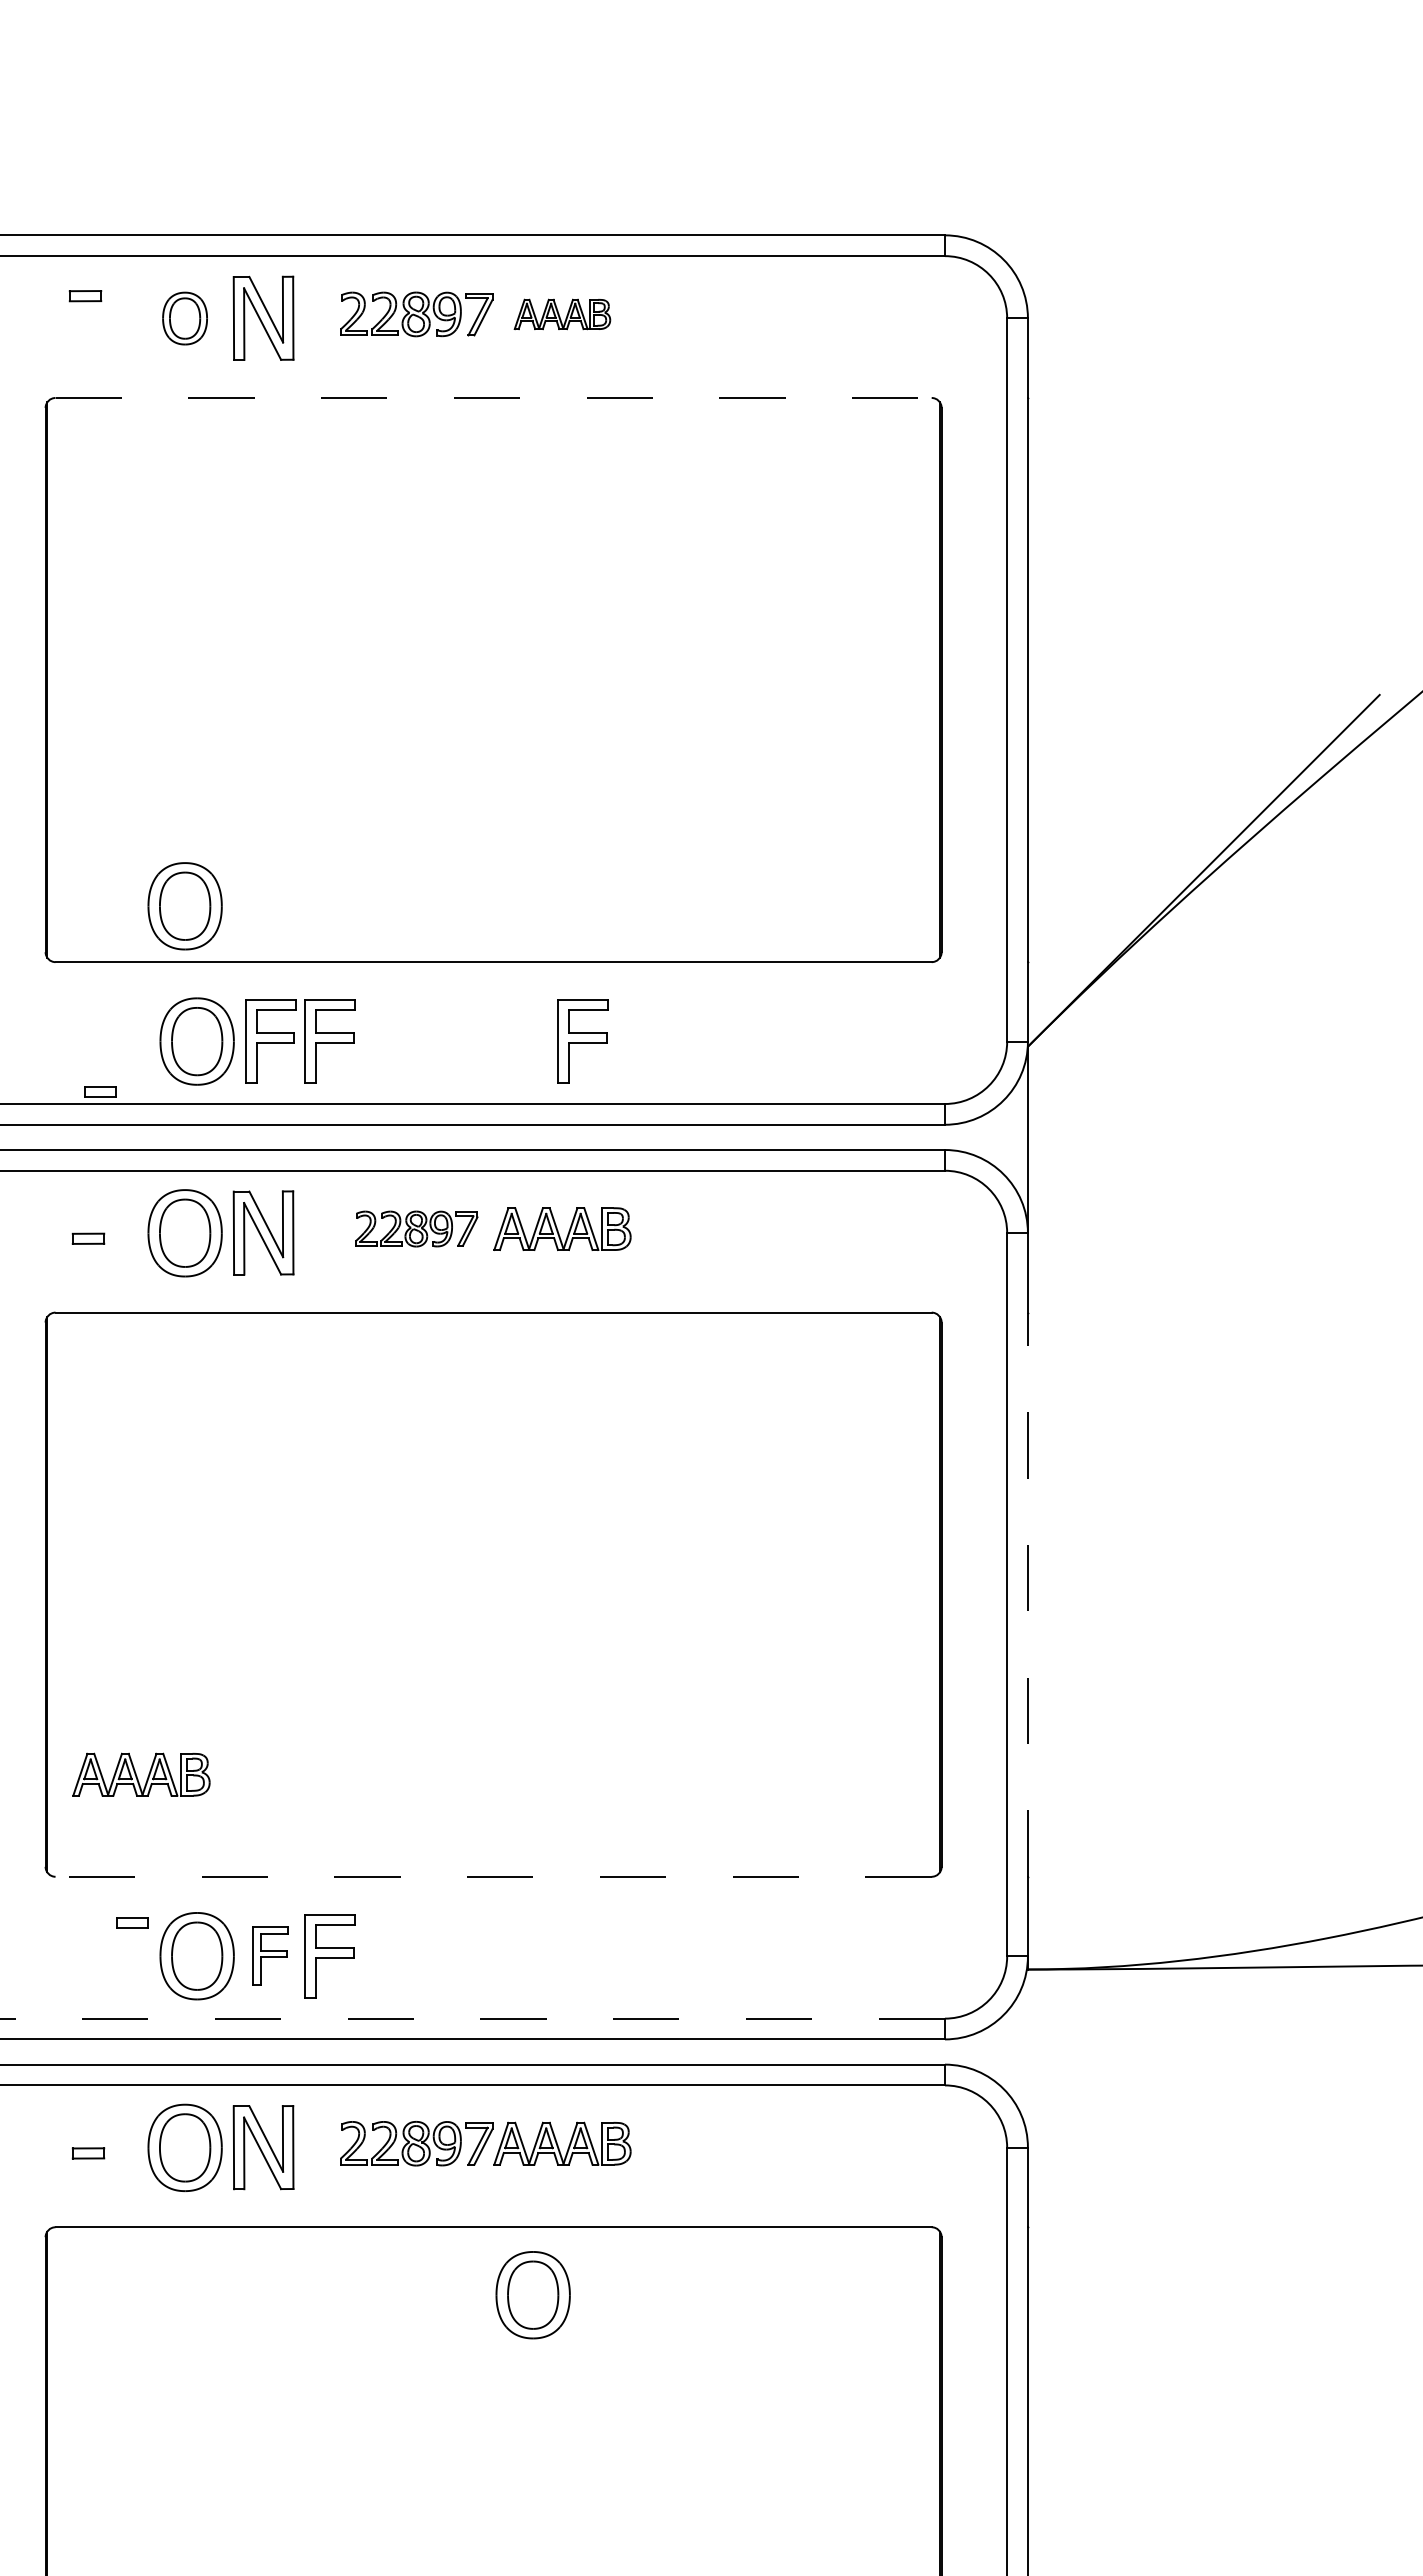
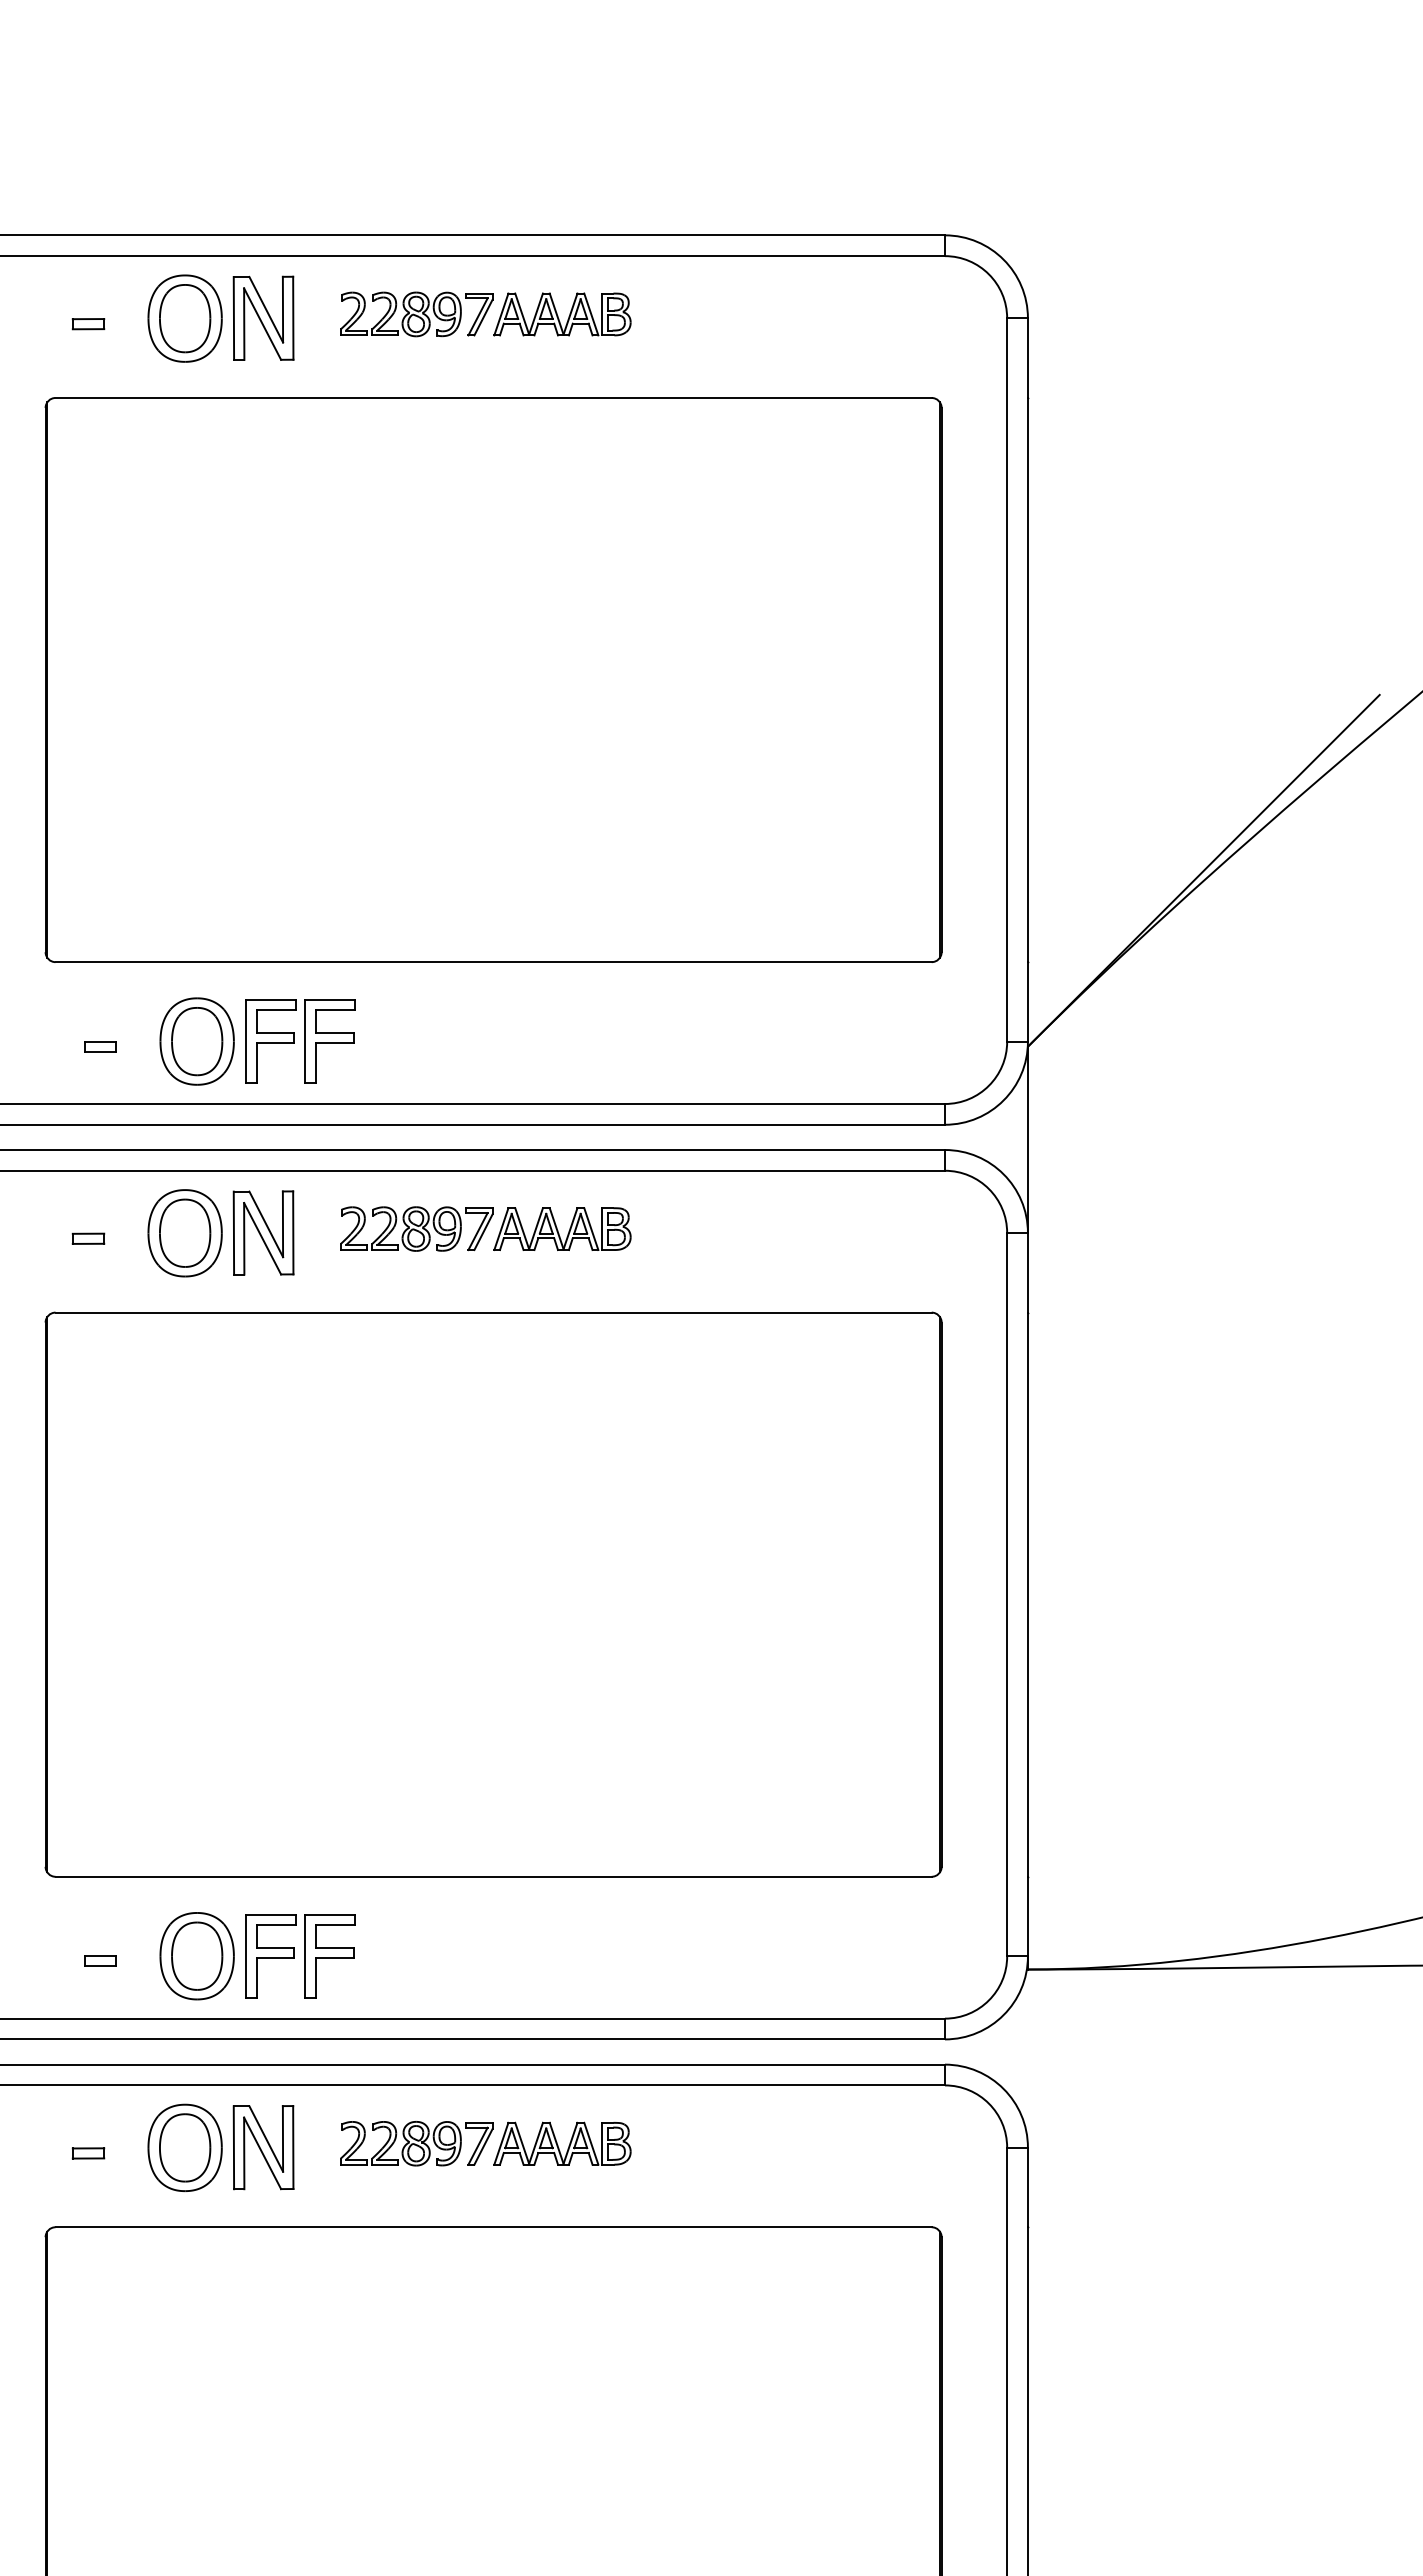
part at (85, 296) position: (85, 296) -> (88, 324)
part at (562, 314) size: 99x33 px -> 139x45 px
part at (184, 318) size: 46x55 px -> 76x89 px
line at (494, 397): dashed -> solid
part at (184, 906): present -> none
part at (582, 1041): present -> none
part at (100, 1091) position: (100, 1091) -> (100, 1046)
part at (416, 1228) size: 124x38 px -> 154x46 px
line at (1027, 1594): dashed -> solid
part at (141, 1774): present -> none
line at (493, 1876): dashed -> solid
part at (132, 1922) position: (132, 1922) -> (100, 1960)
part at (270, 1955) size: 37x60 px -> 52x85 px
line at (472, 2018): dashed -> solid
part at (532, 2295): present -> none
